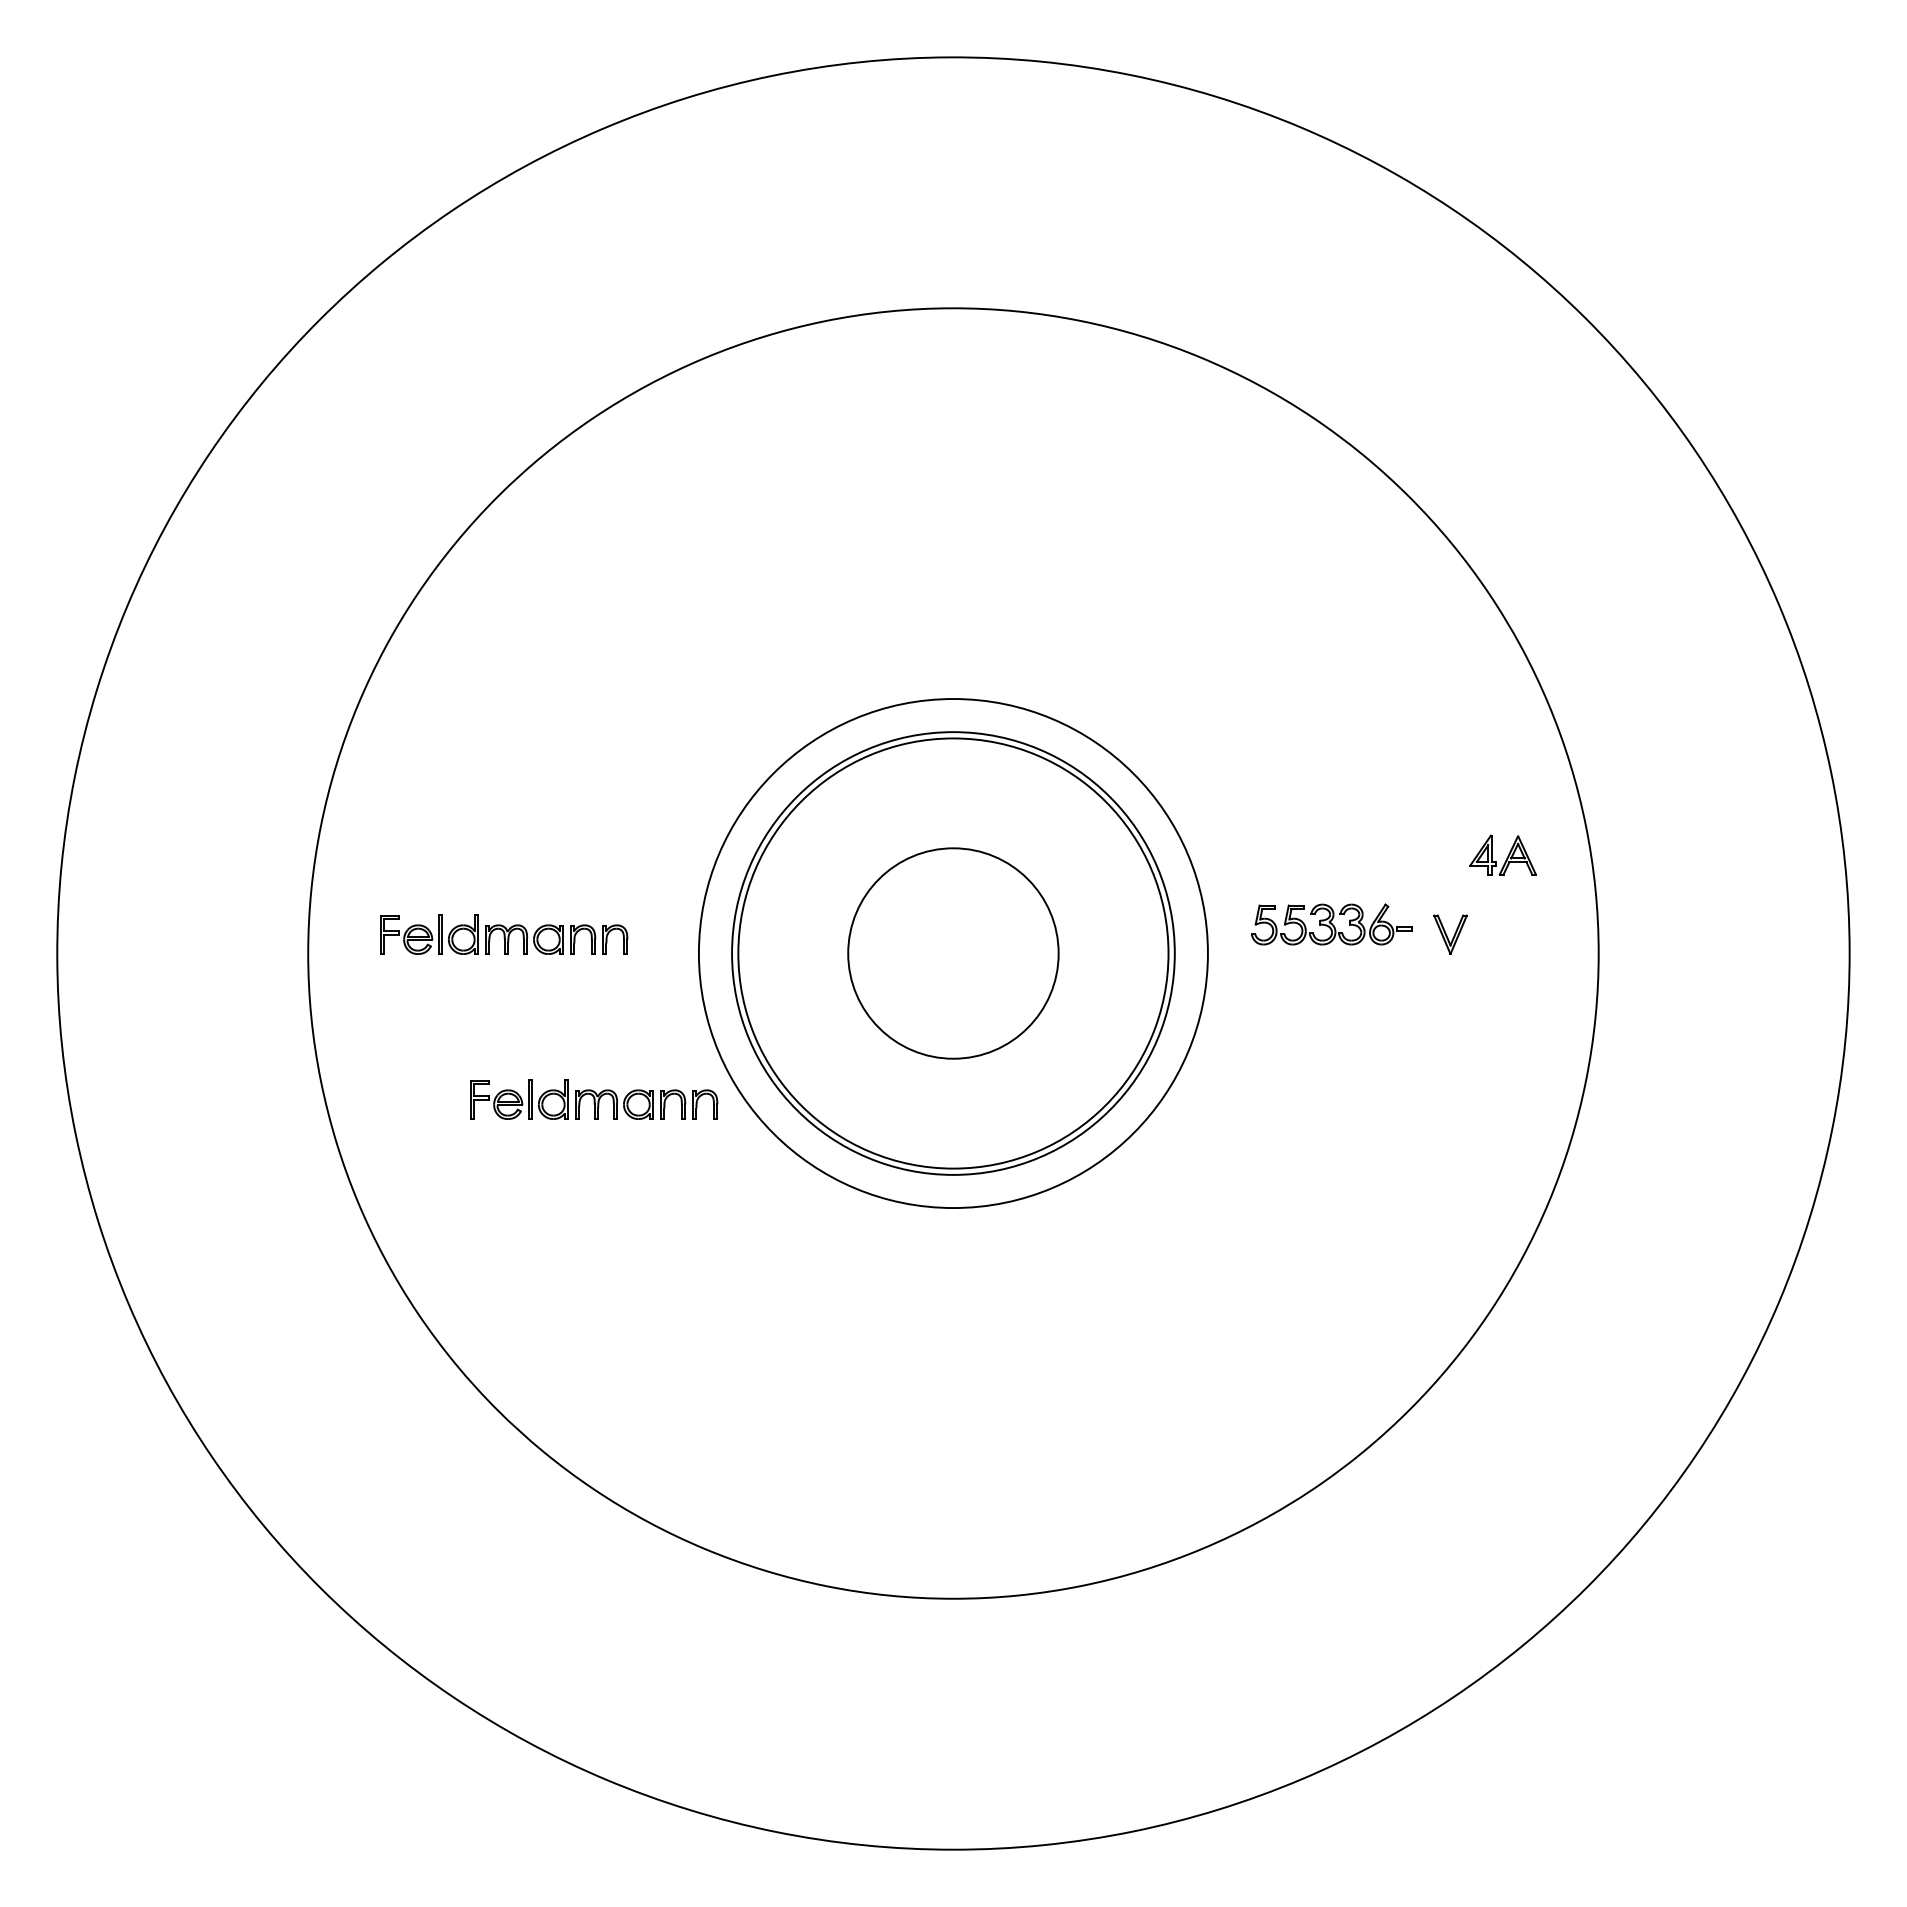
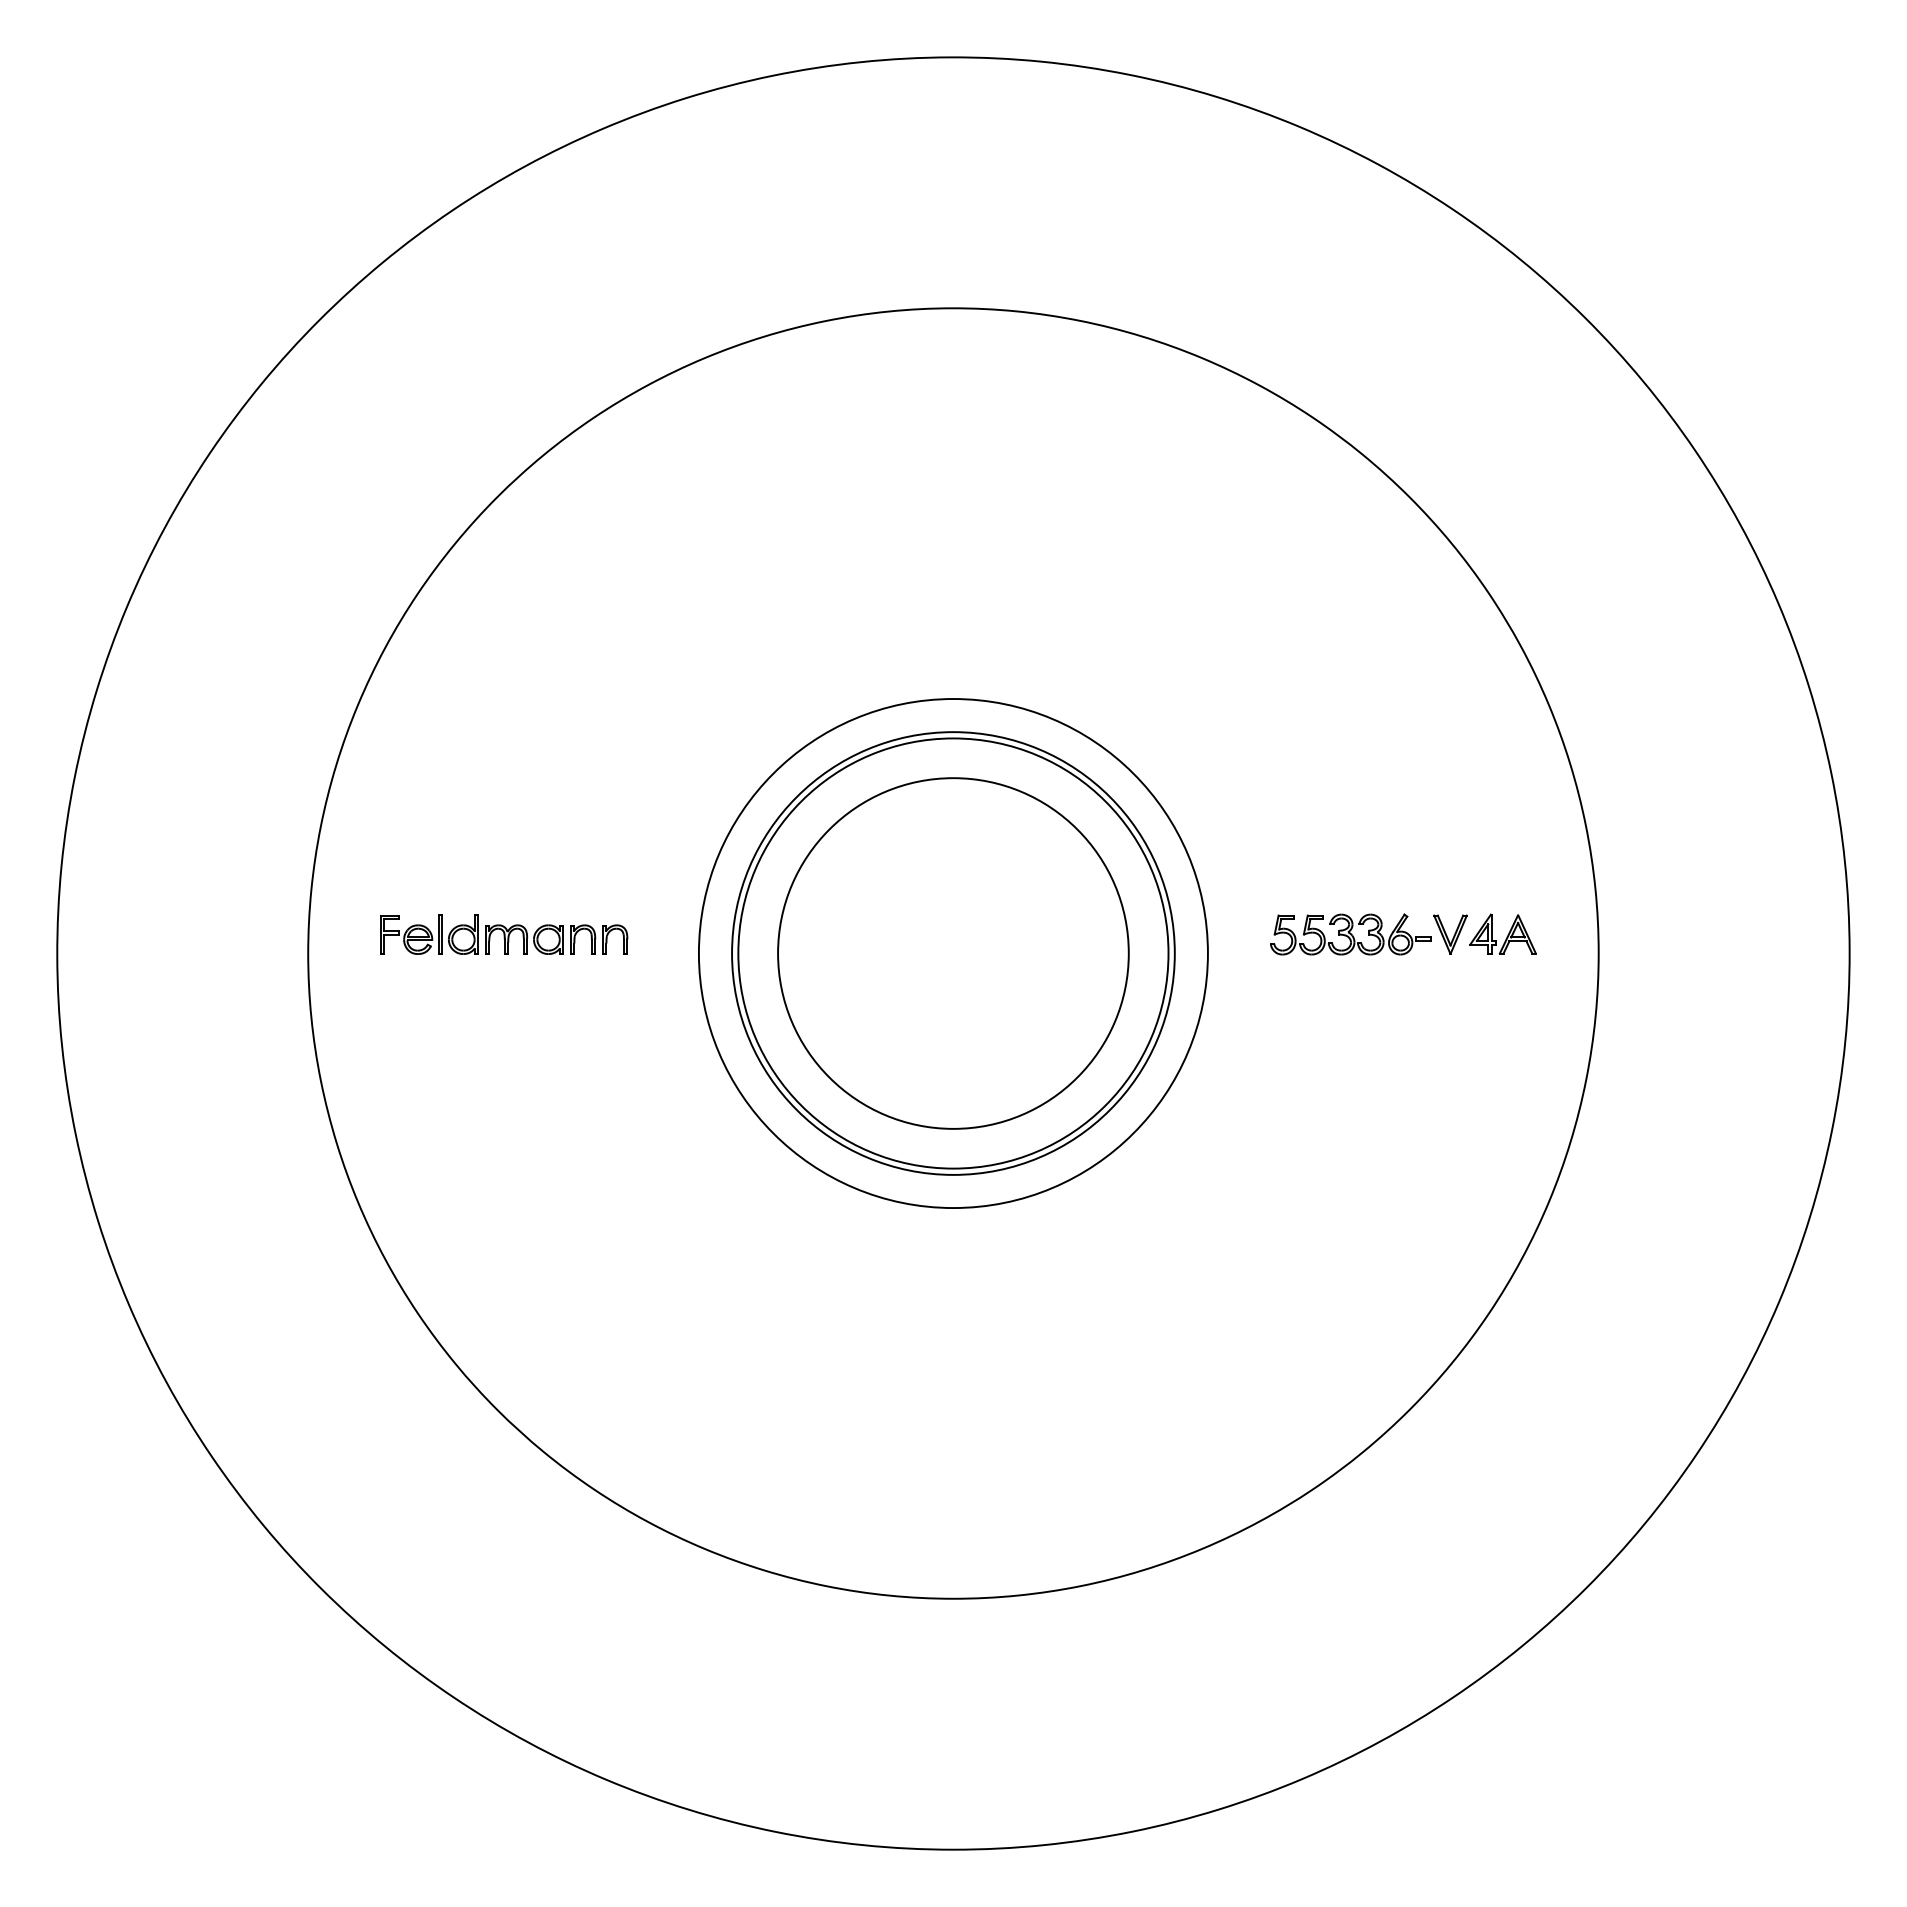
part at (1502, 854) position: (1502, 854) -> (1502, 933)
part at (1331, 924) position: (1331, 924) -> (1350, 934)
circle at (953, 953) diameter: 210 px -> 351 px
part at (594, 1099): present -> none
